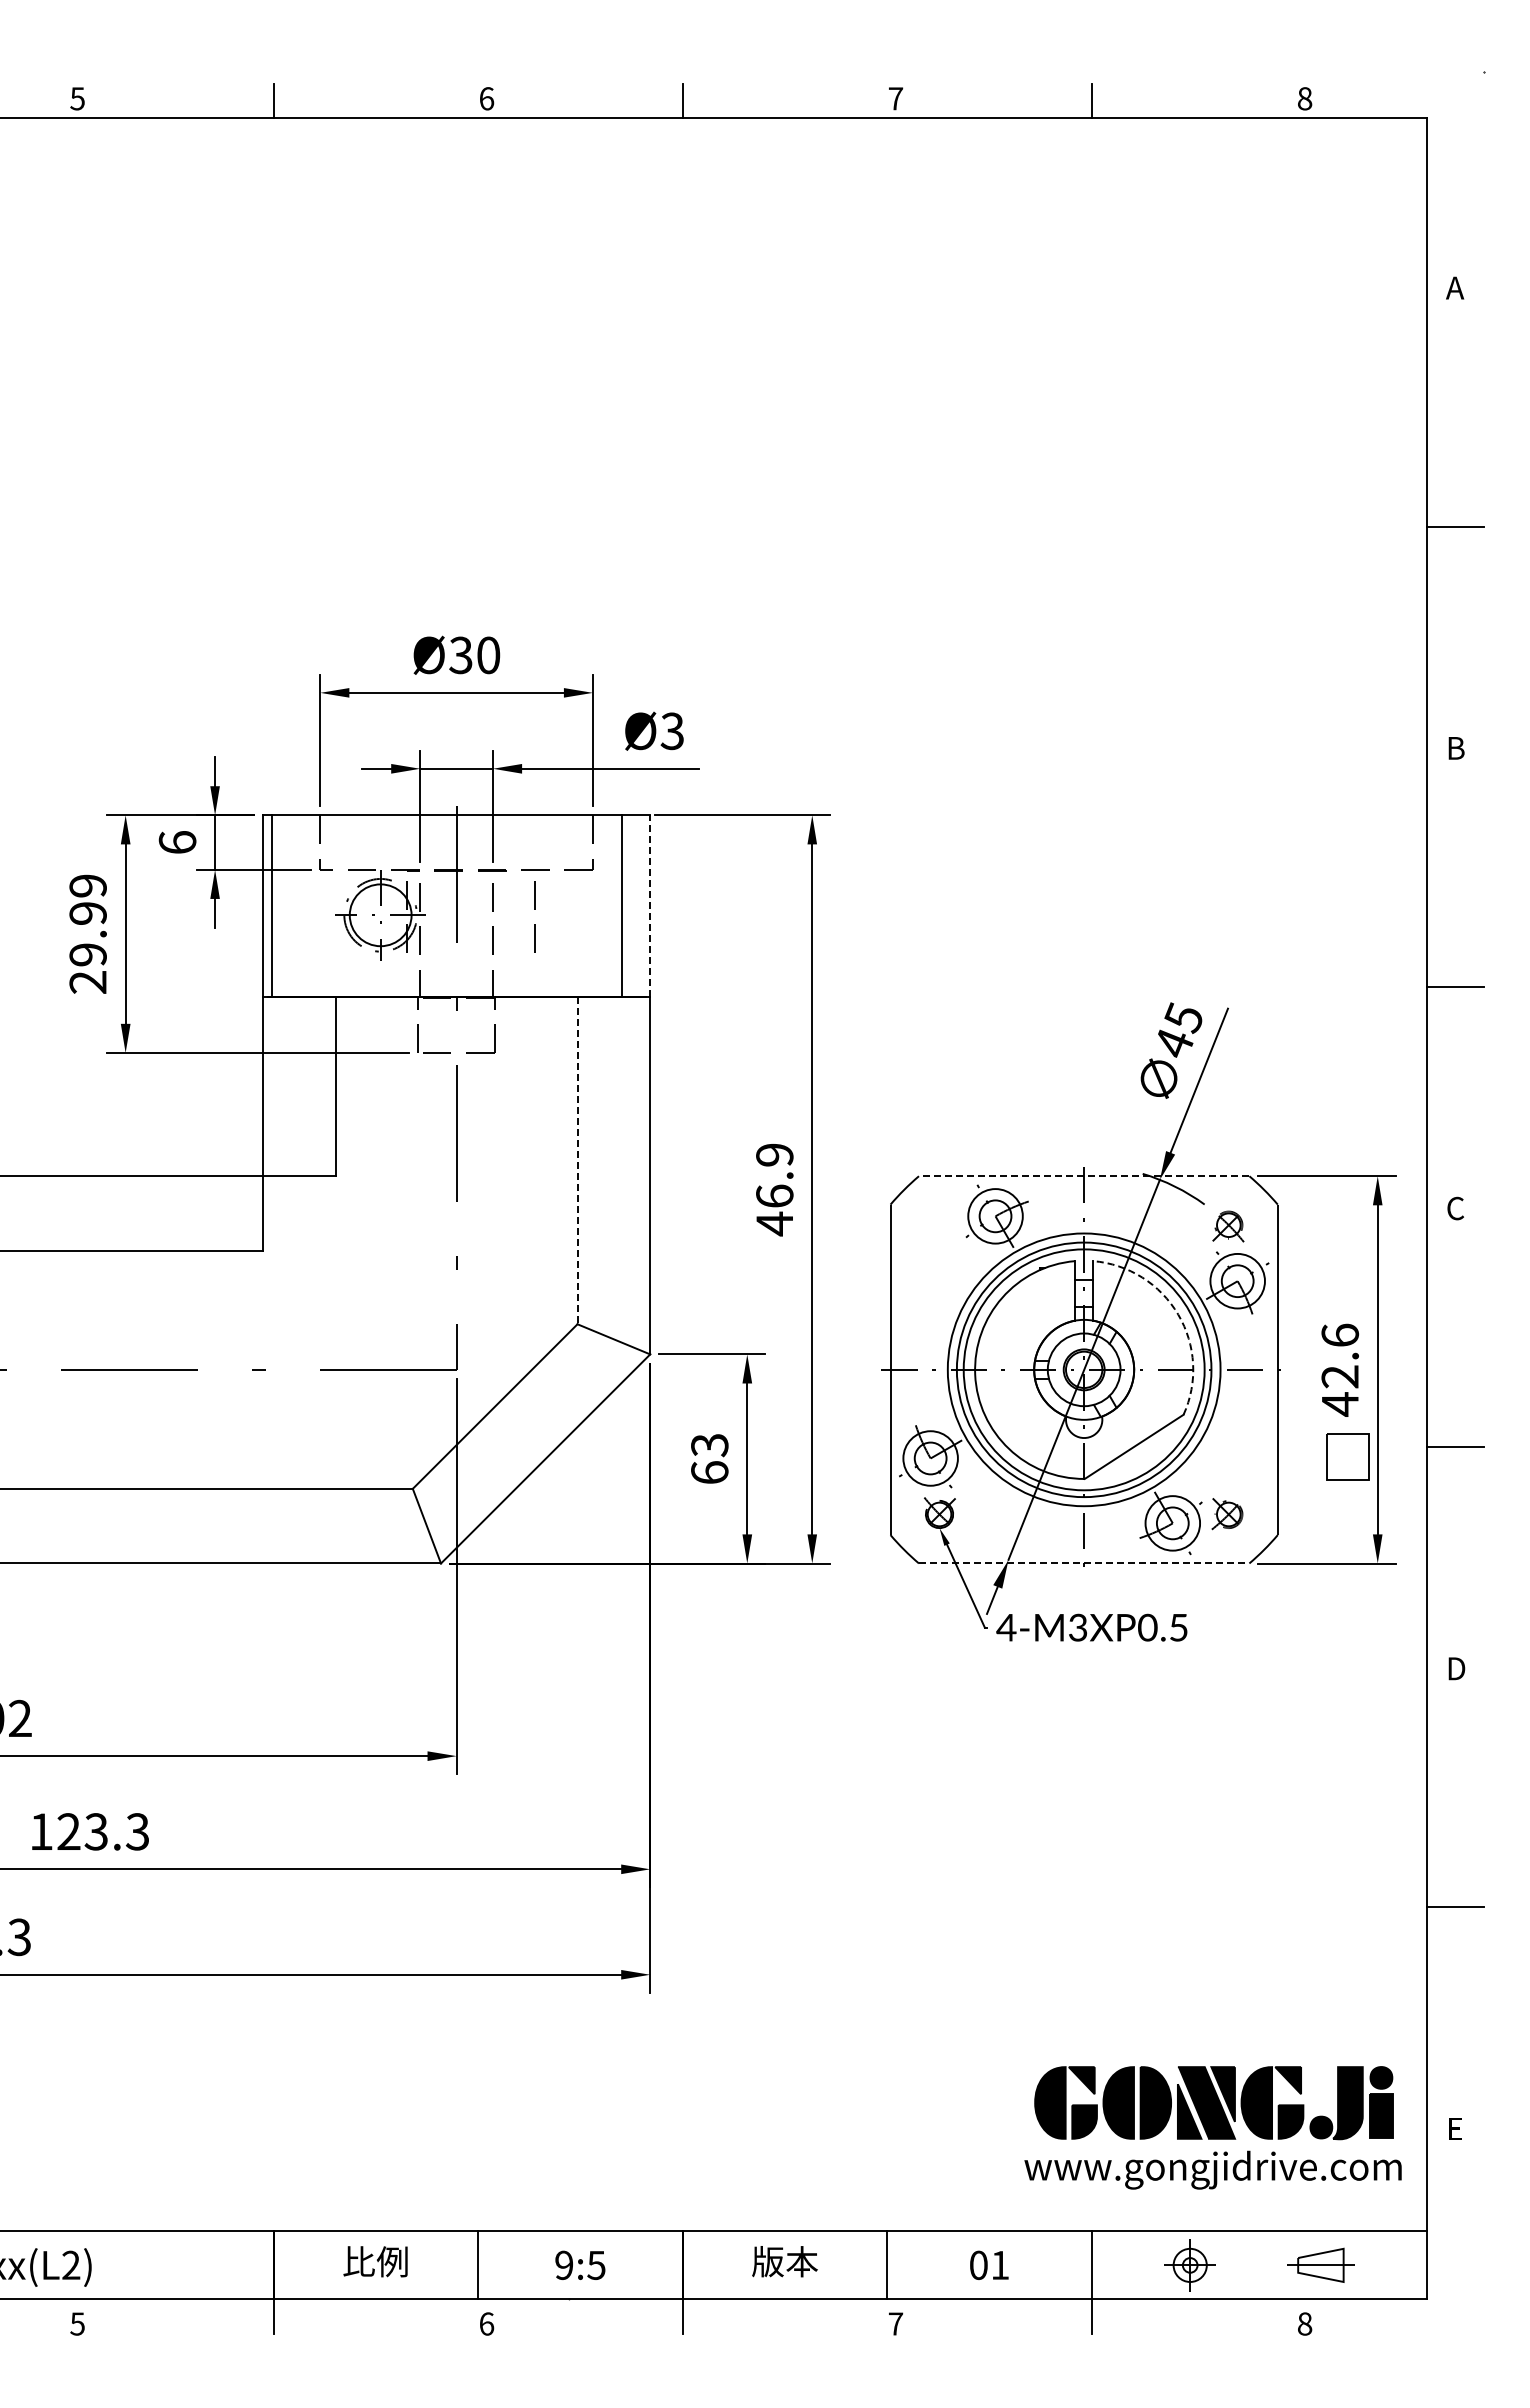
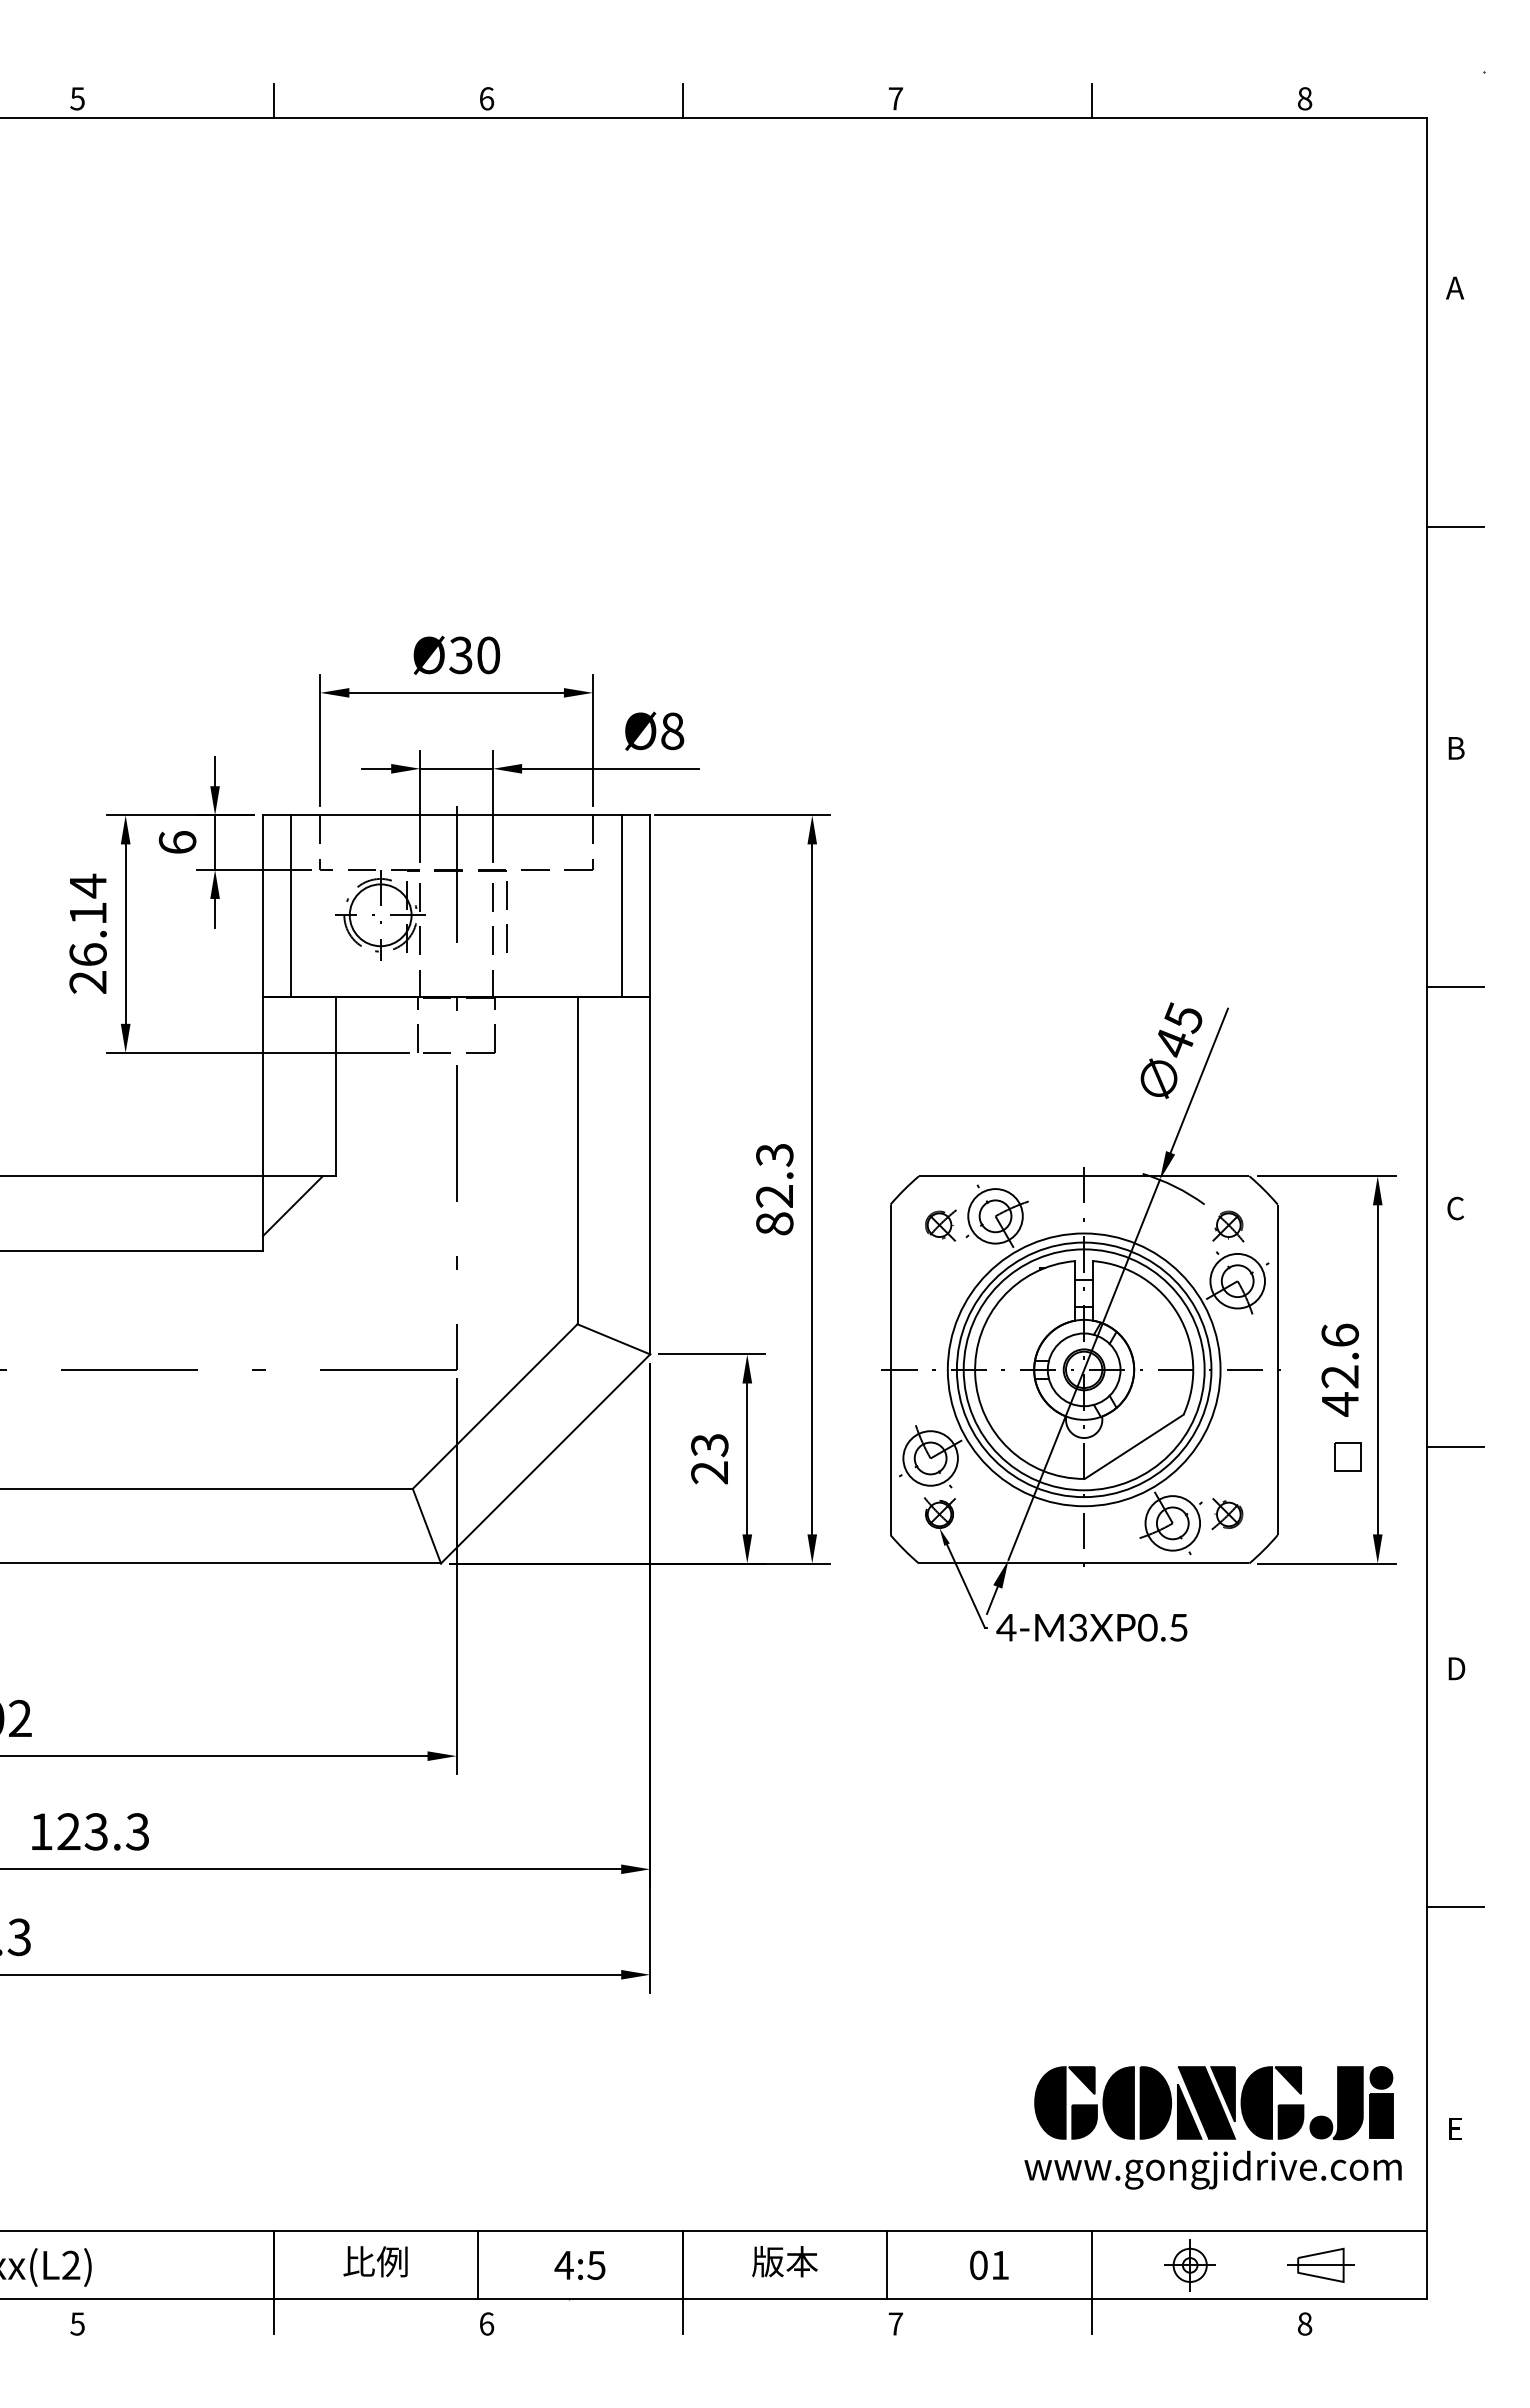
text at (672, 731): Ø3 -> Ø8
line at (272, 906) position: (272, 906) -> (291, 906)
line at (650, 906): dashed -> solid
line at (534, 909) position: (534, 909) -> (506, 909)
text at (87, 919): 29.99 -> 26.14
line at (577, 1160): dashed -> solid
line at (1083, 1176): dashed -> solid
text at (774, 1189): 46.9 -> 82.3
line at (292, 1206): none -> present
part at (940, 1225): none -> present
arc at (1178, 1314): dashed -> solid
part at (1347, 1456) size: 44x48 px -> 28x30 px
text at (709, 1472): 63 -> 23
line at (1084, 1563): dashed -> solid
text at (563, 2265): 9:5 -> 4:5
